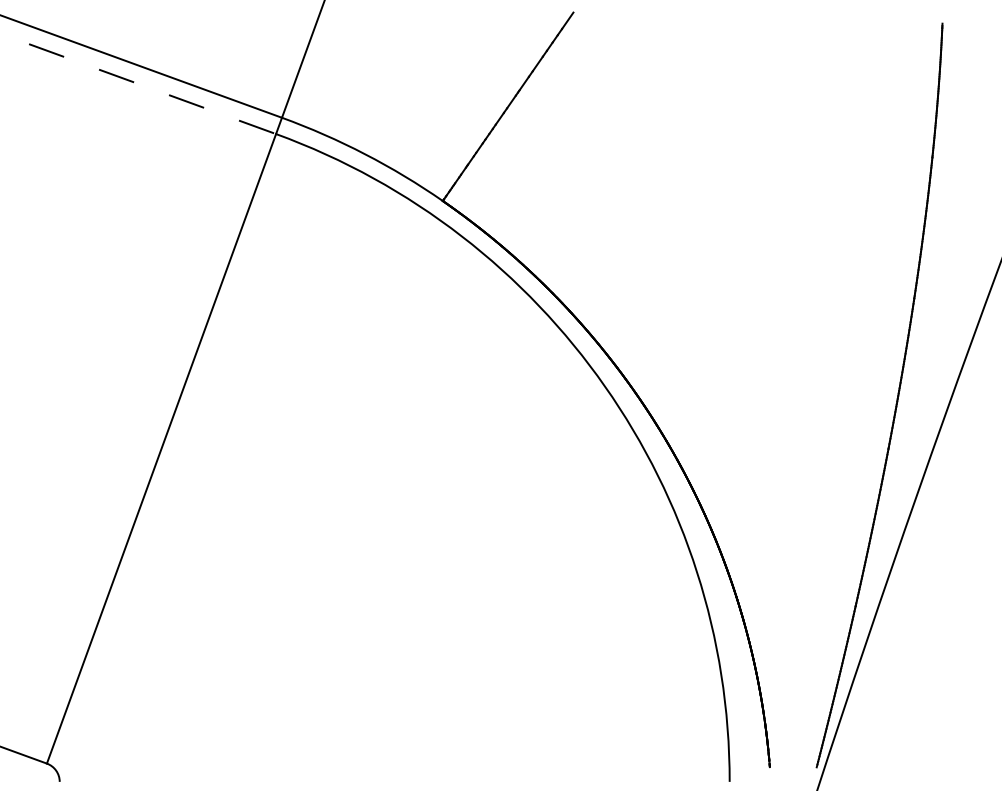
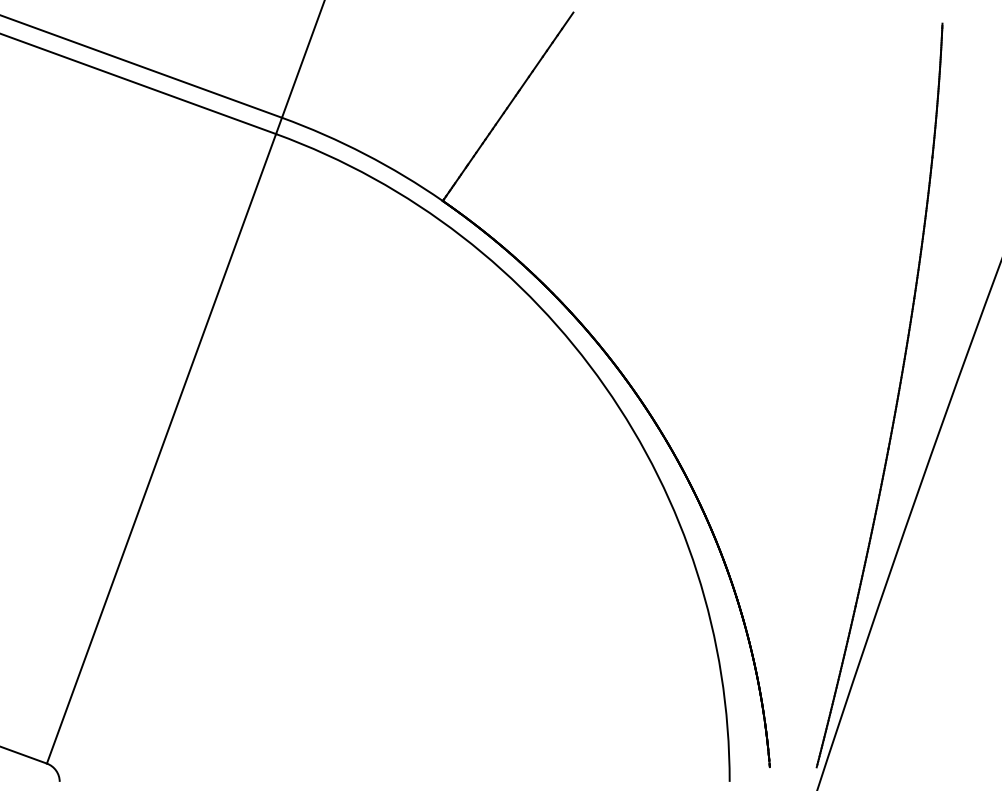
line at (138, 84): dashed -> solid
